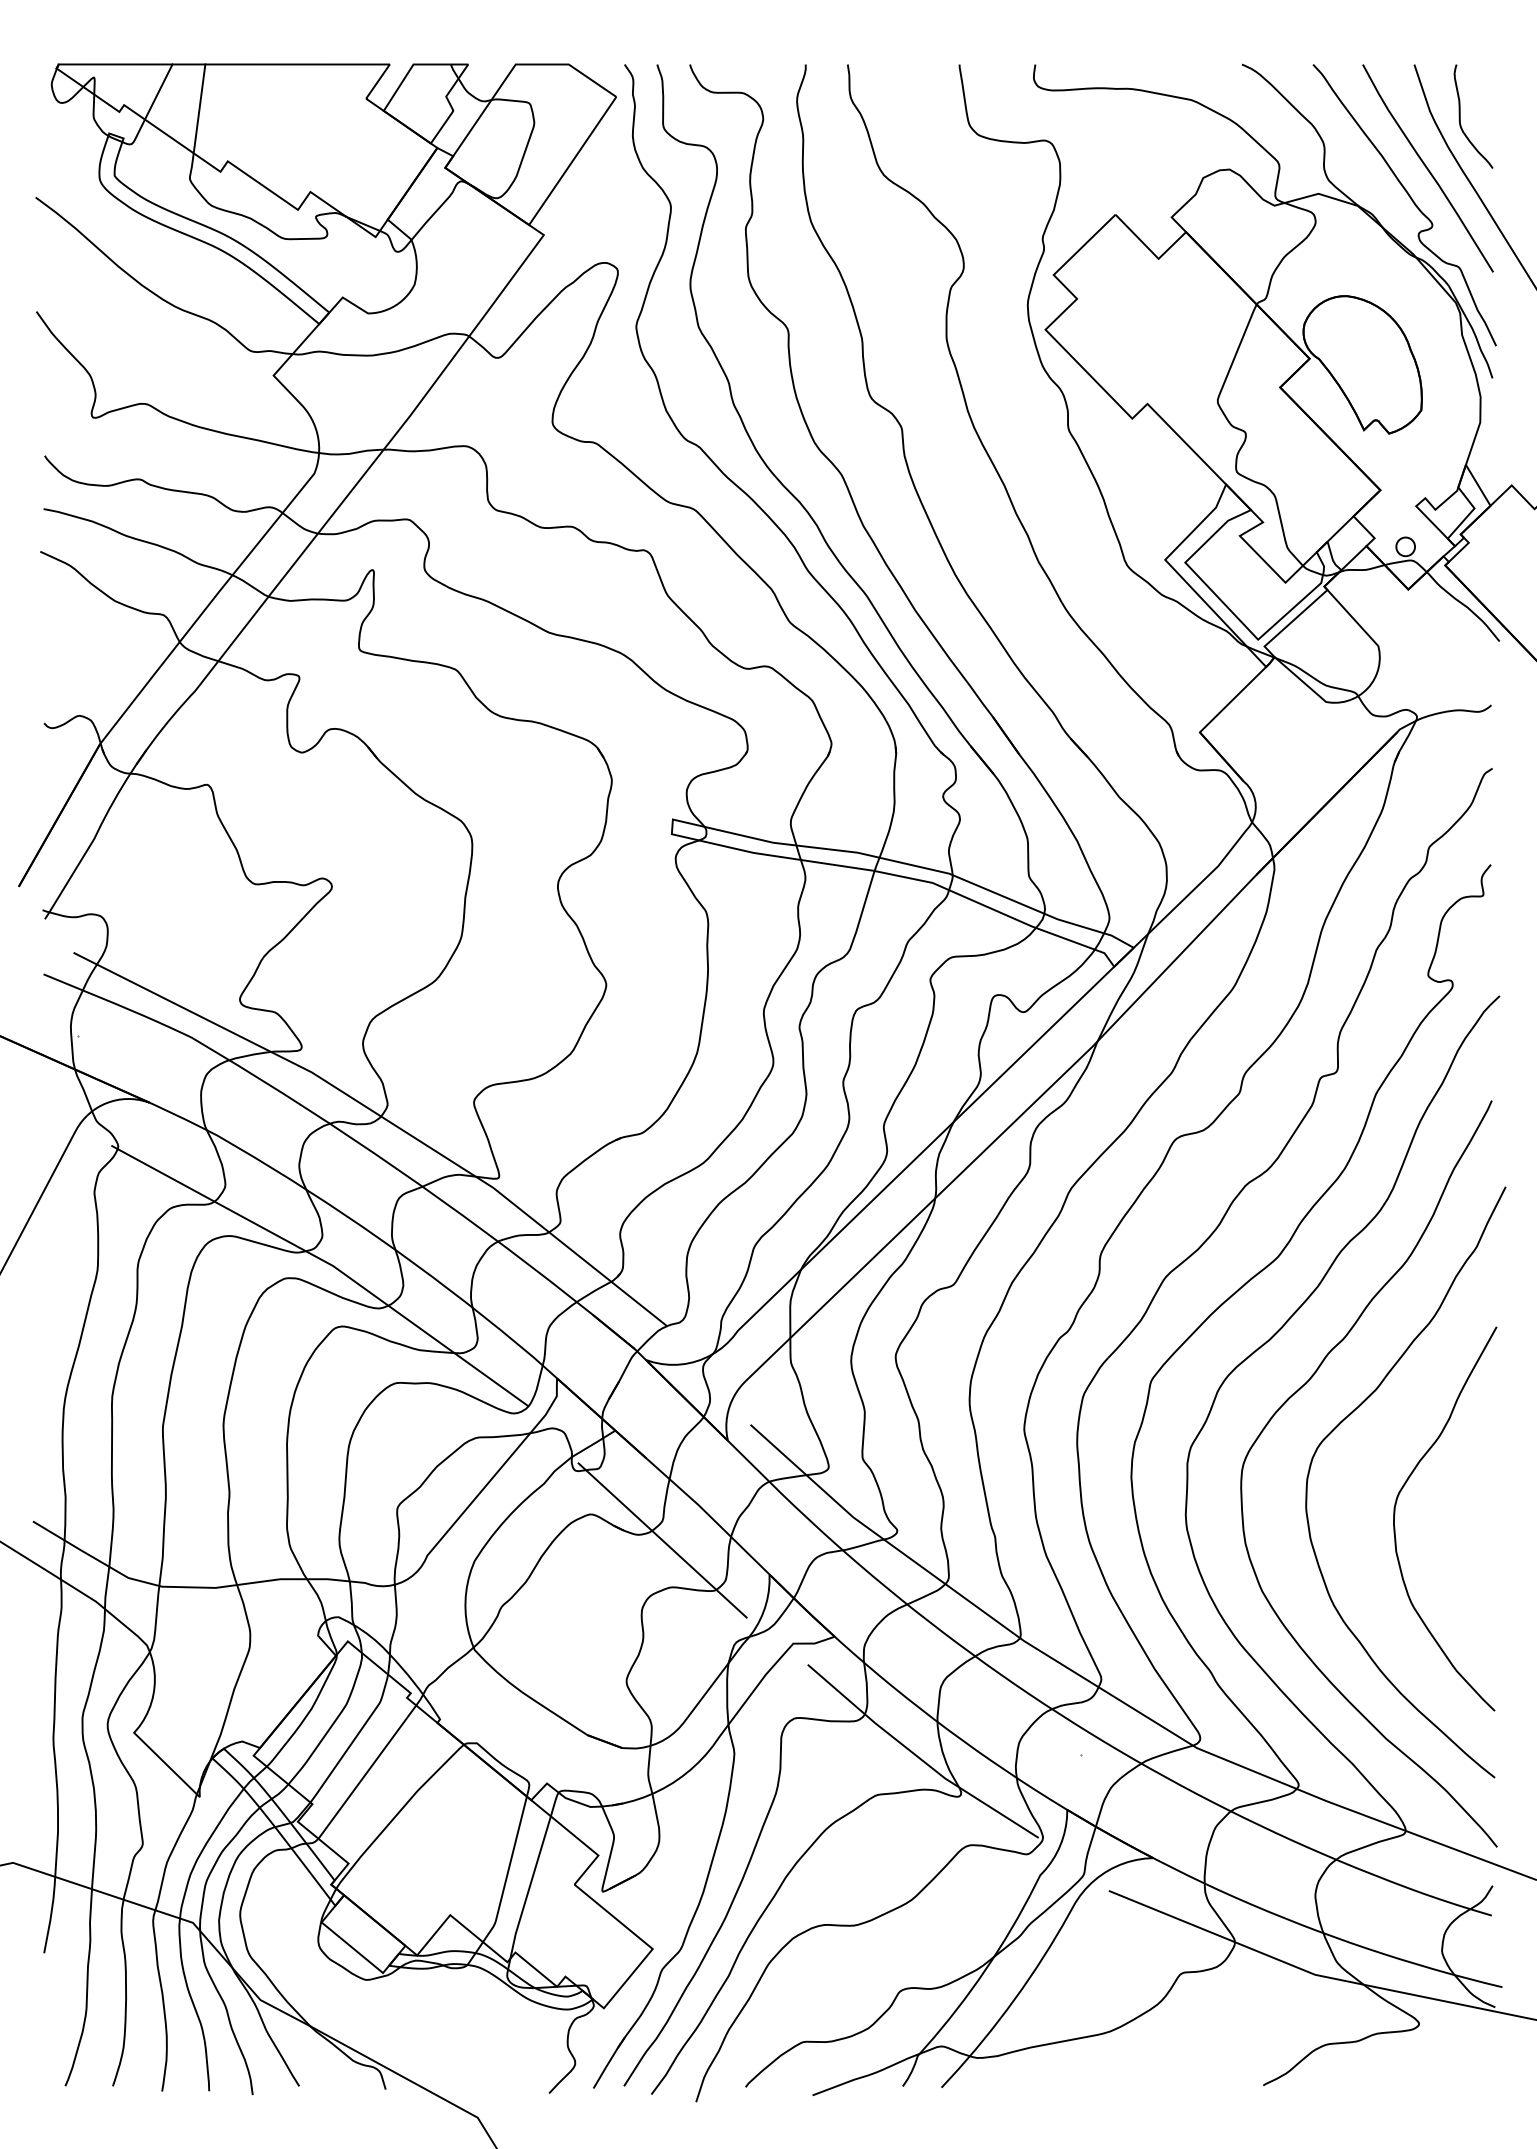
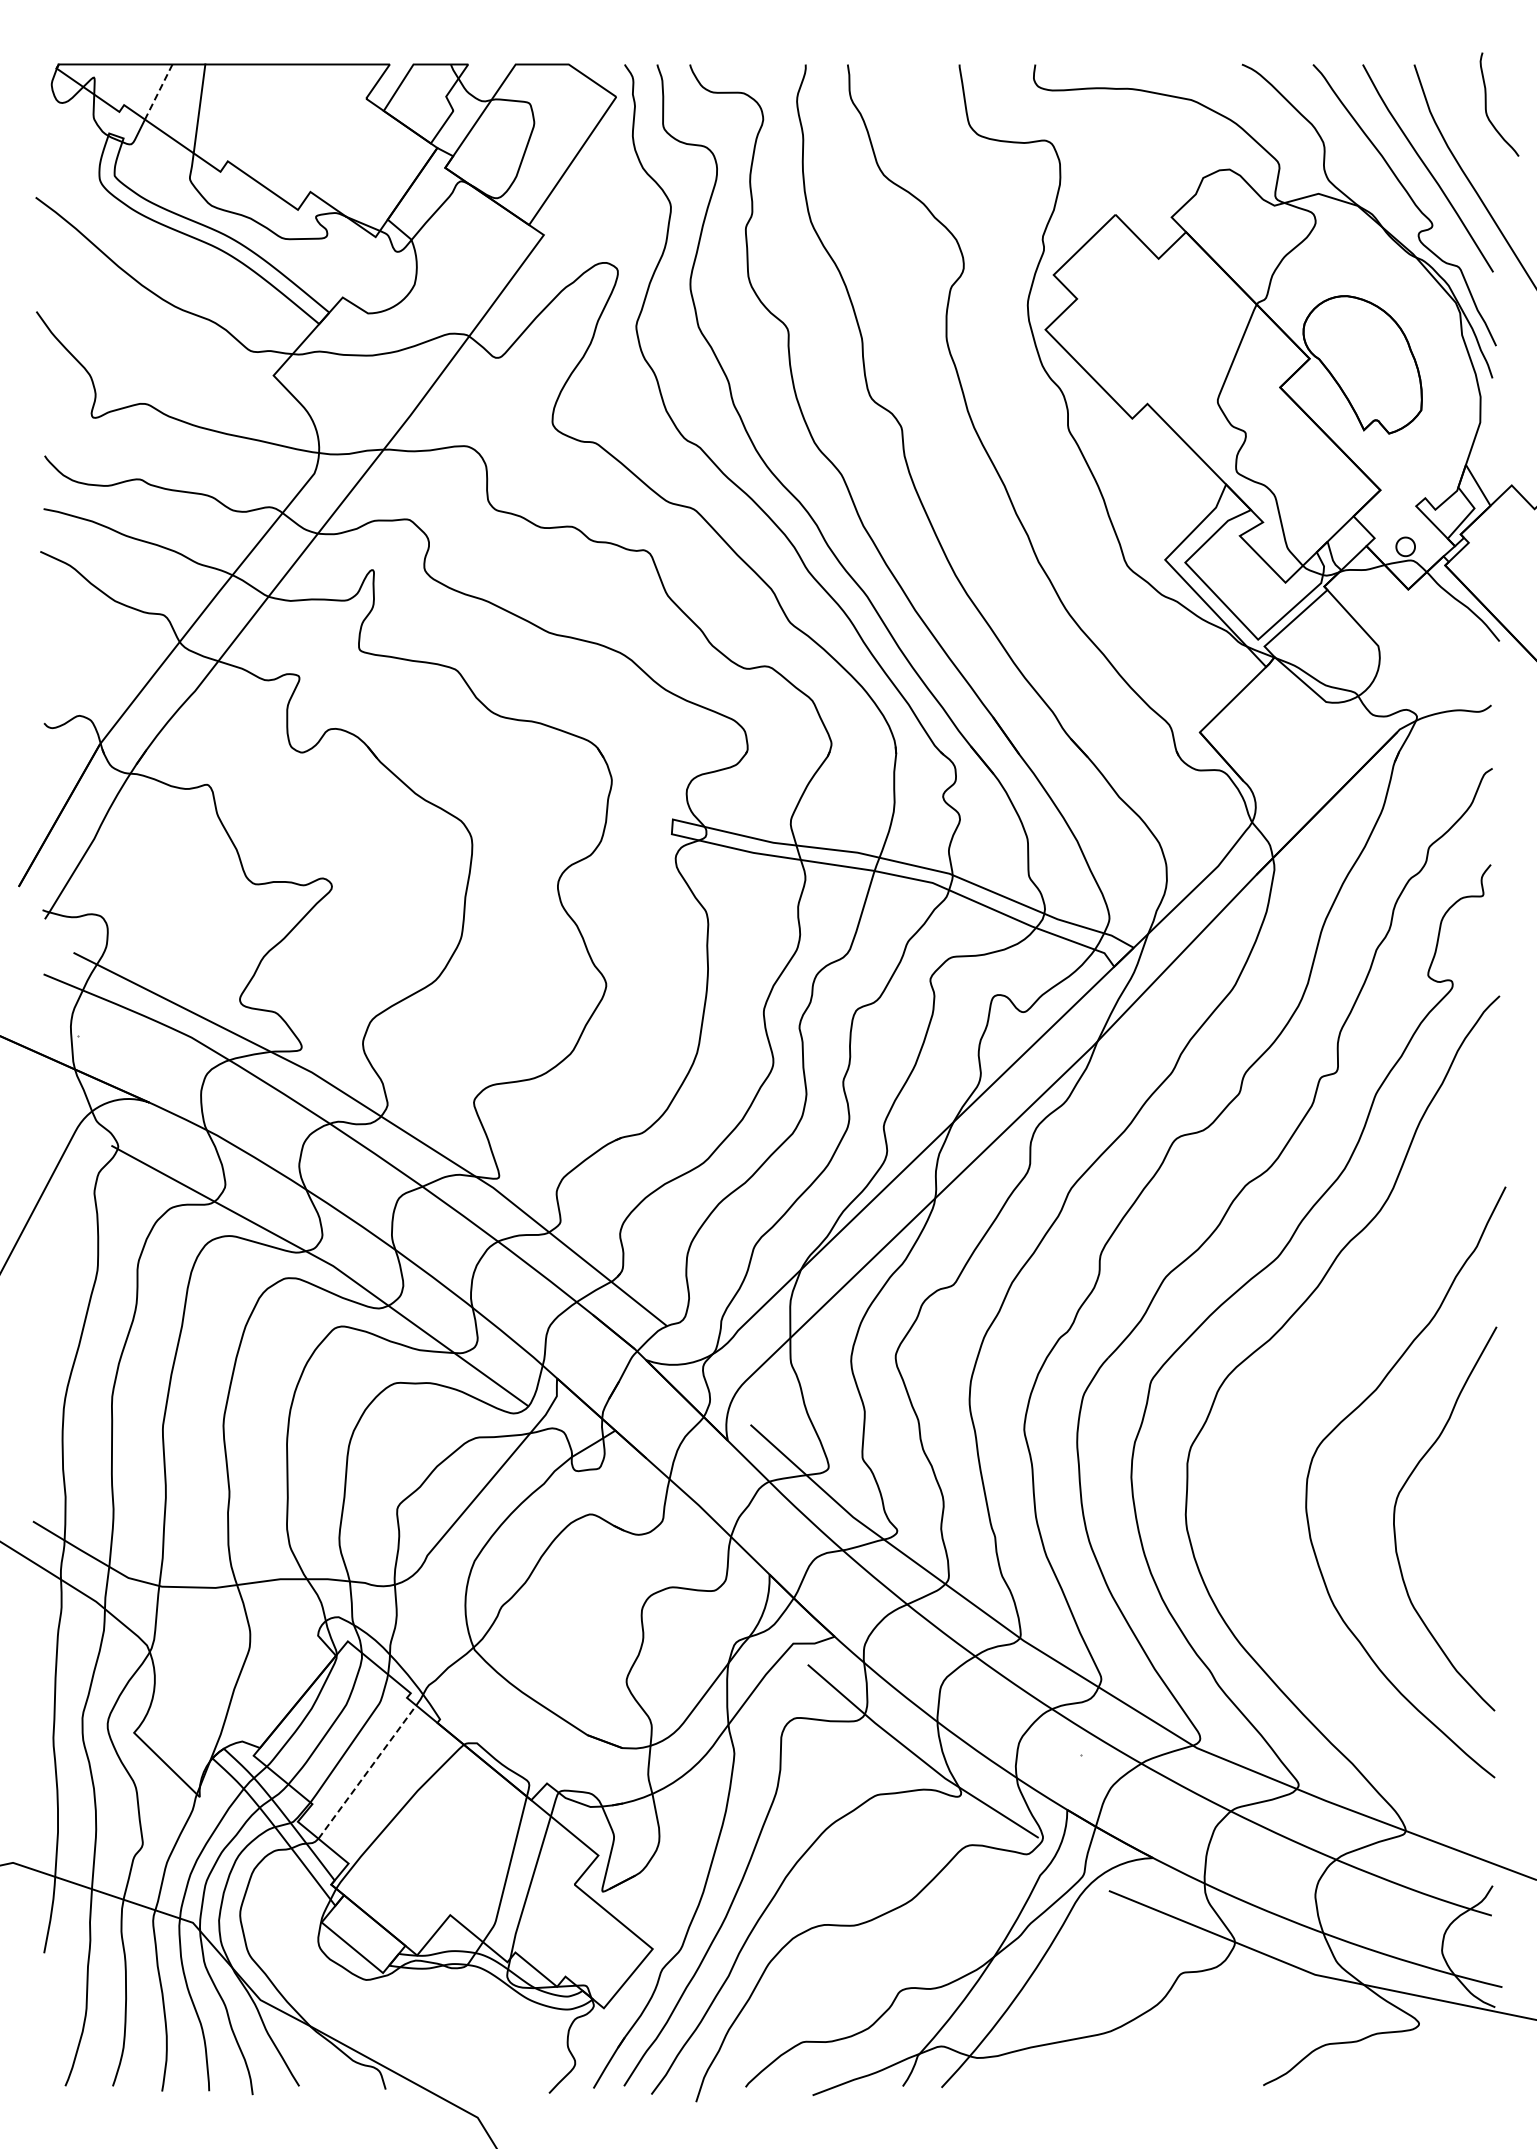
line at (158, 92): solid -> dashed
curve at (1460, 116) position: (1460, 116) -> (1486, 104)
curve at (1296, 1393): present -> none
line at (662, 1540): present -> none
line at (367, 1772): solid -> dashed
